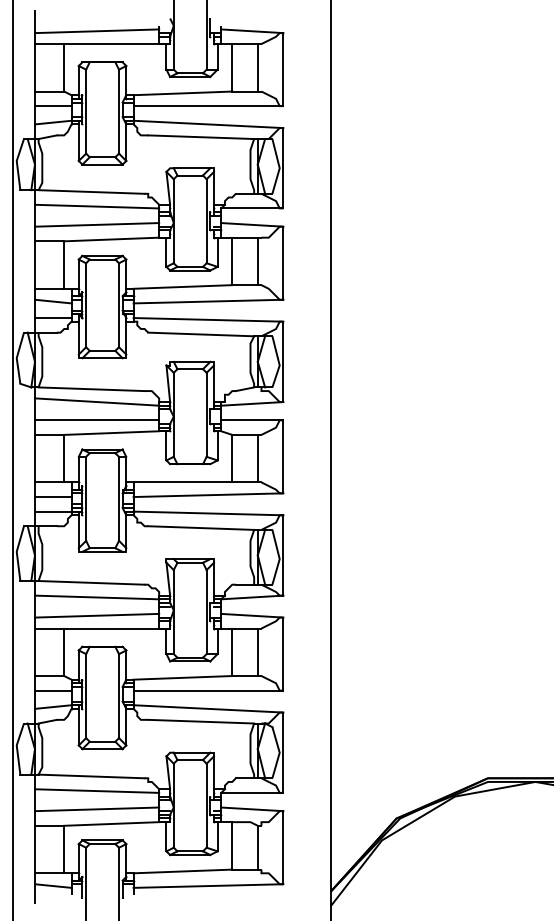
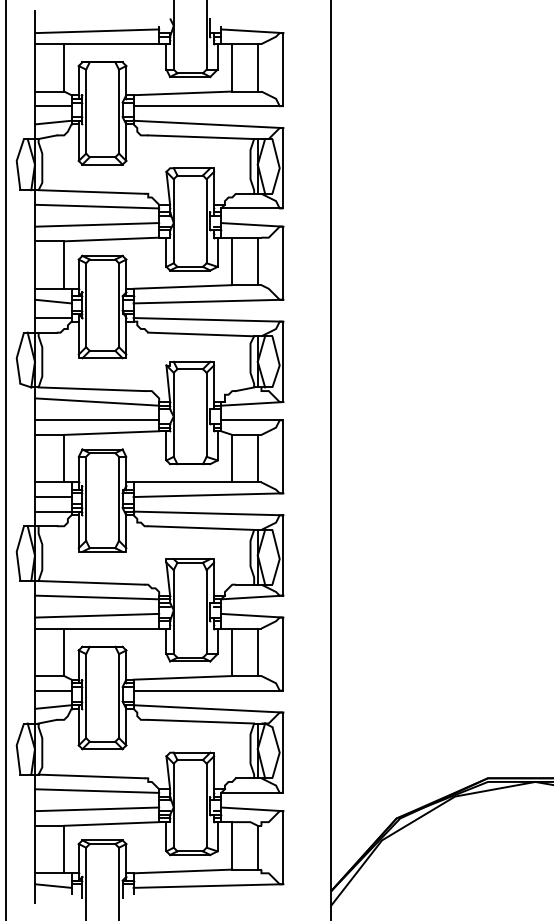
line at (13, 459) position: (13, 459) -> (6, 459)
